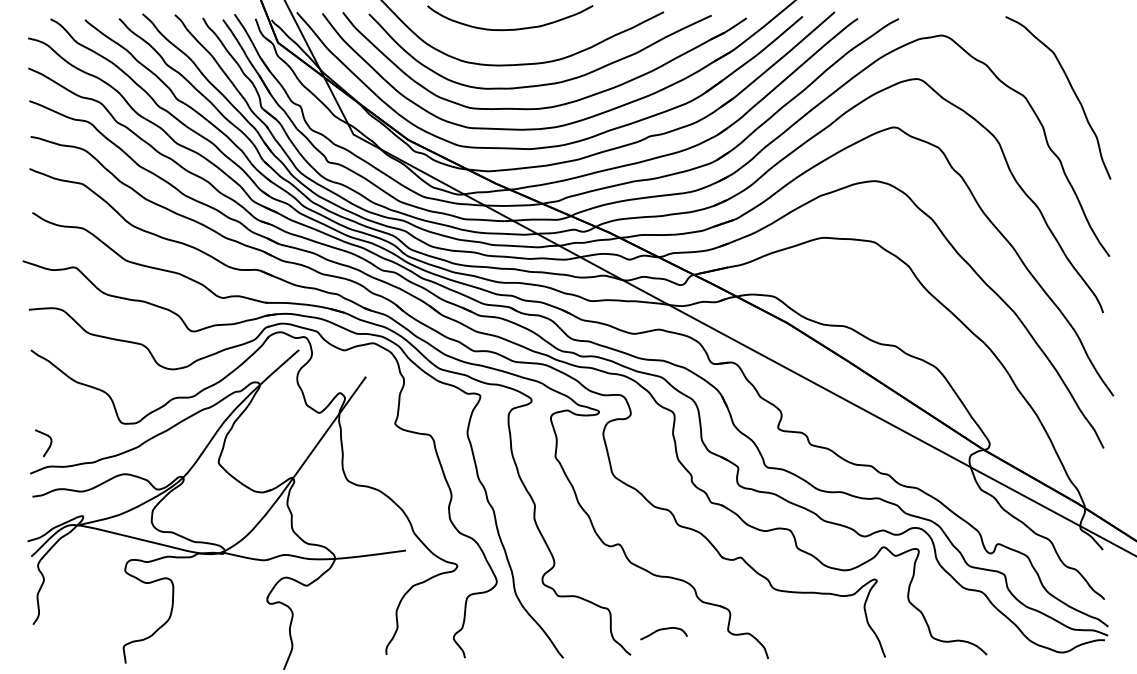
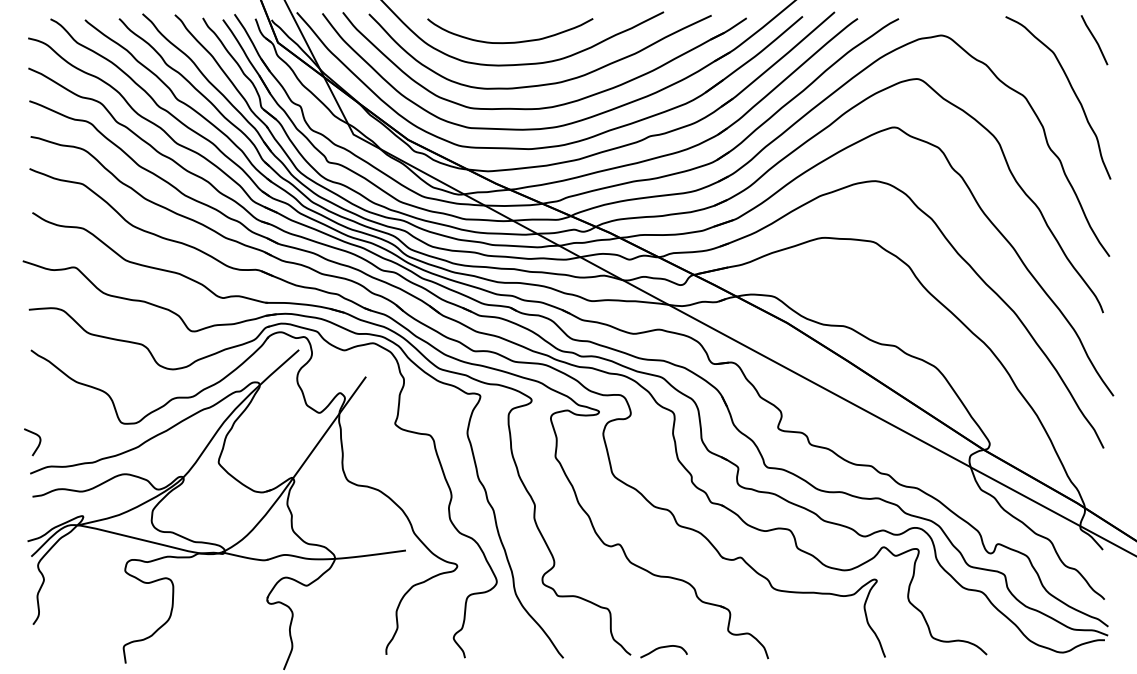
curve at (512, 28) position: (512, 28) -> (512, 41)
line at (1094, 40): none -> present
curve at (49, 444) position: (49, 444) -> (38, 443)
curve at (662, 630) position: (662, 630) -> (662, 648)
